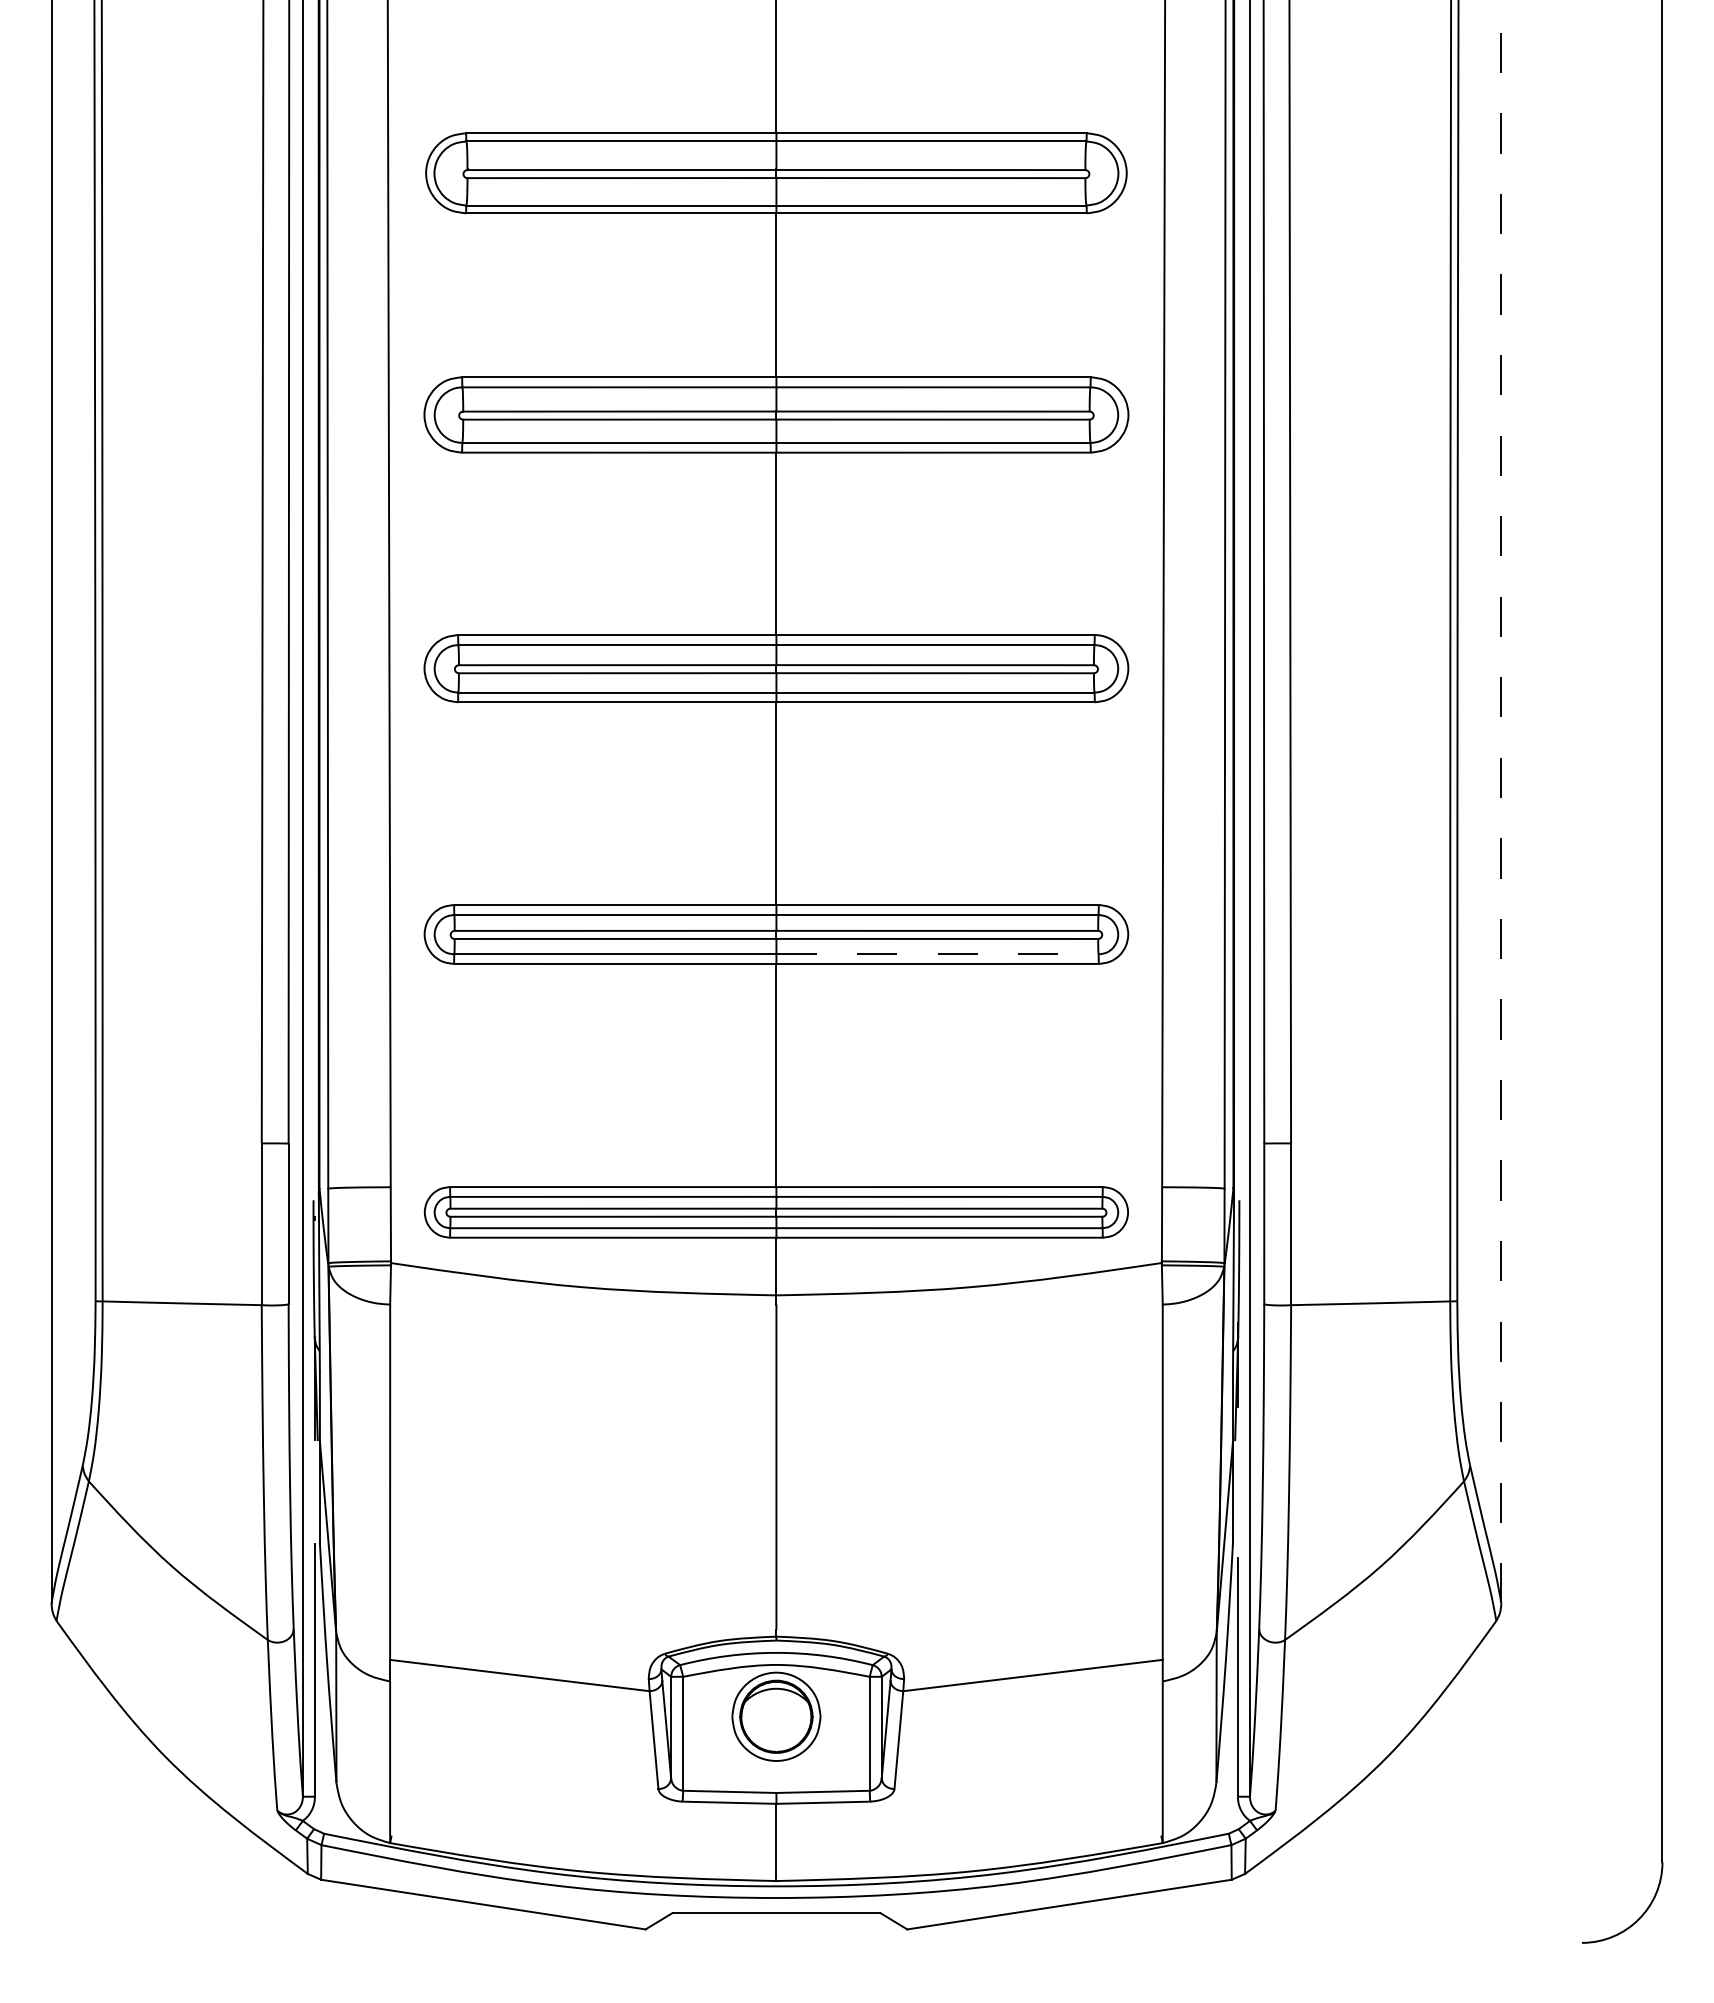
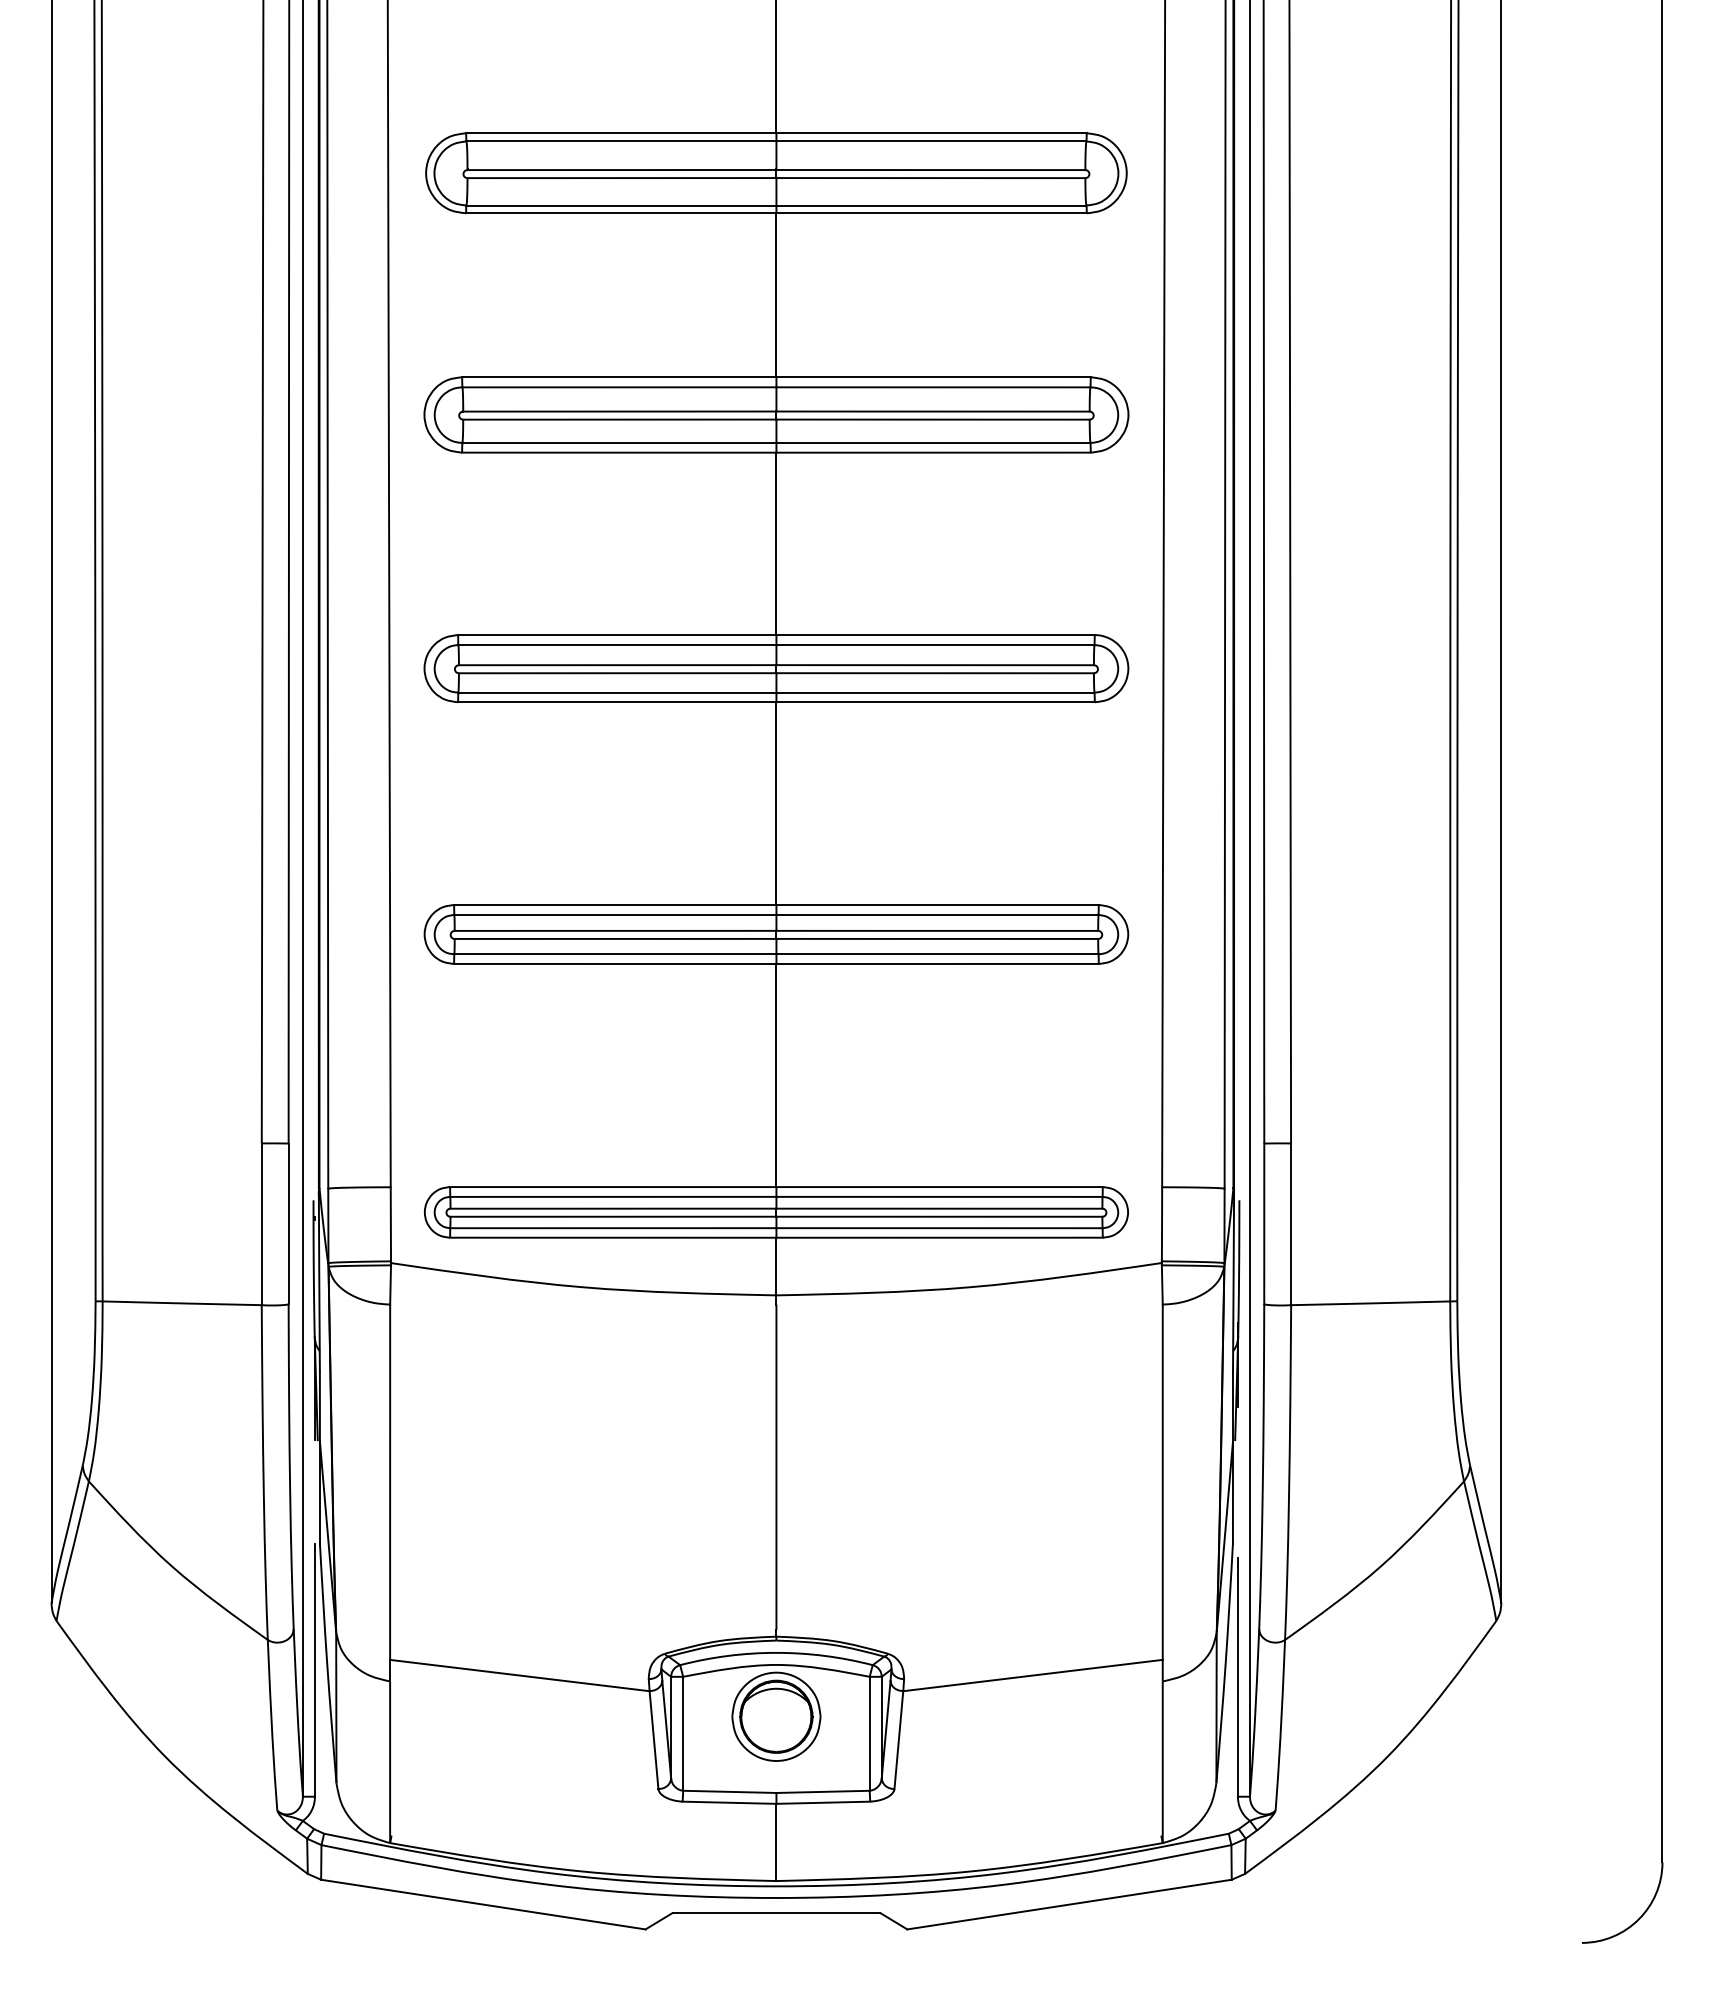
line at (1501, 801): dashed -> solid
line at (938, 954): dashed -> solid
